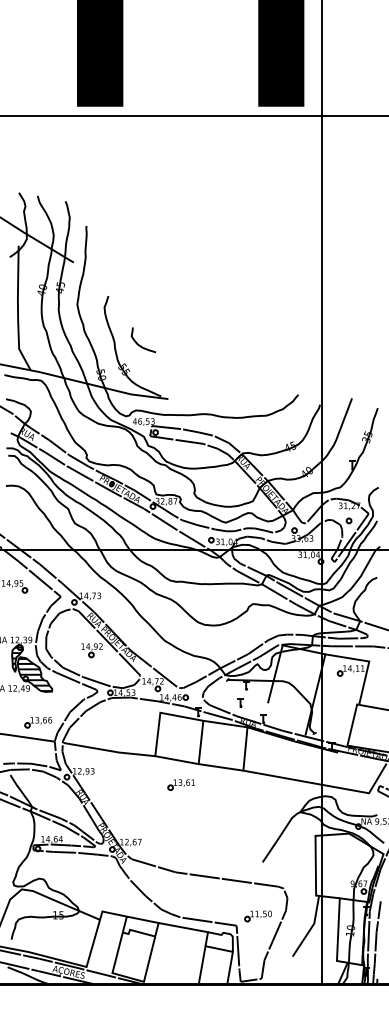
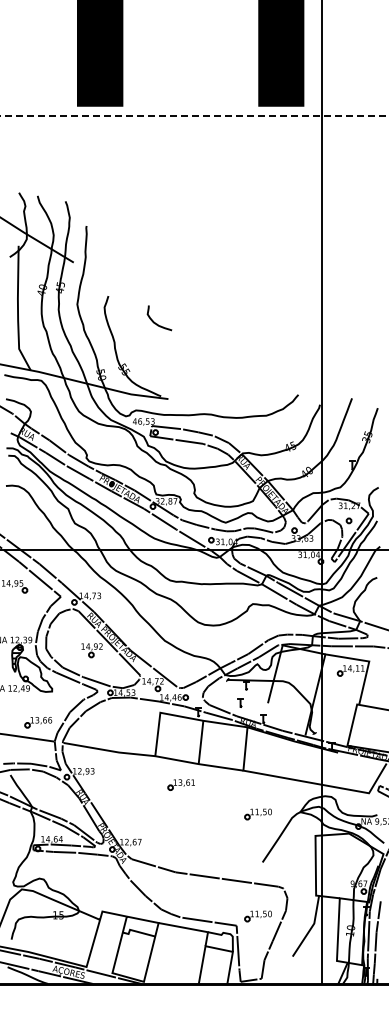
line at (194, 116): solid -> dashed
curve at (141, 345) position: (141, 345) -> (157, 323)
hatch at (34, 674): present -> none
part at (257, 814): none -> present
